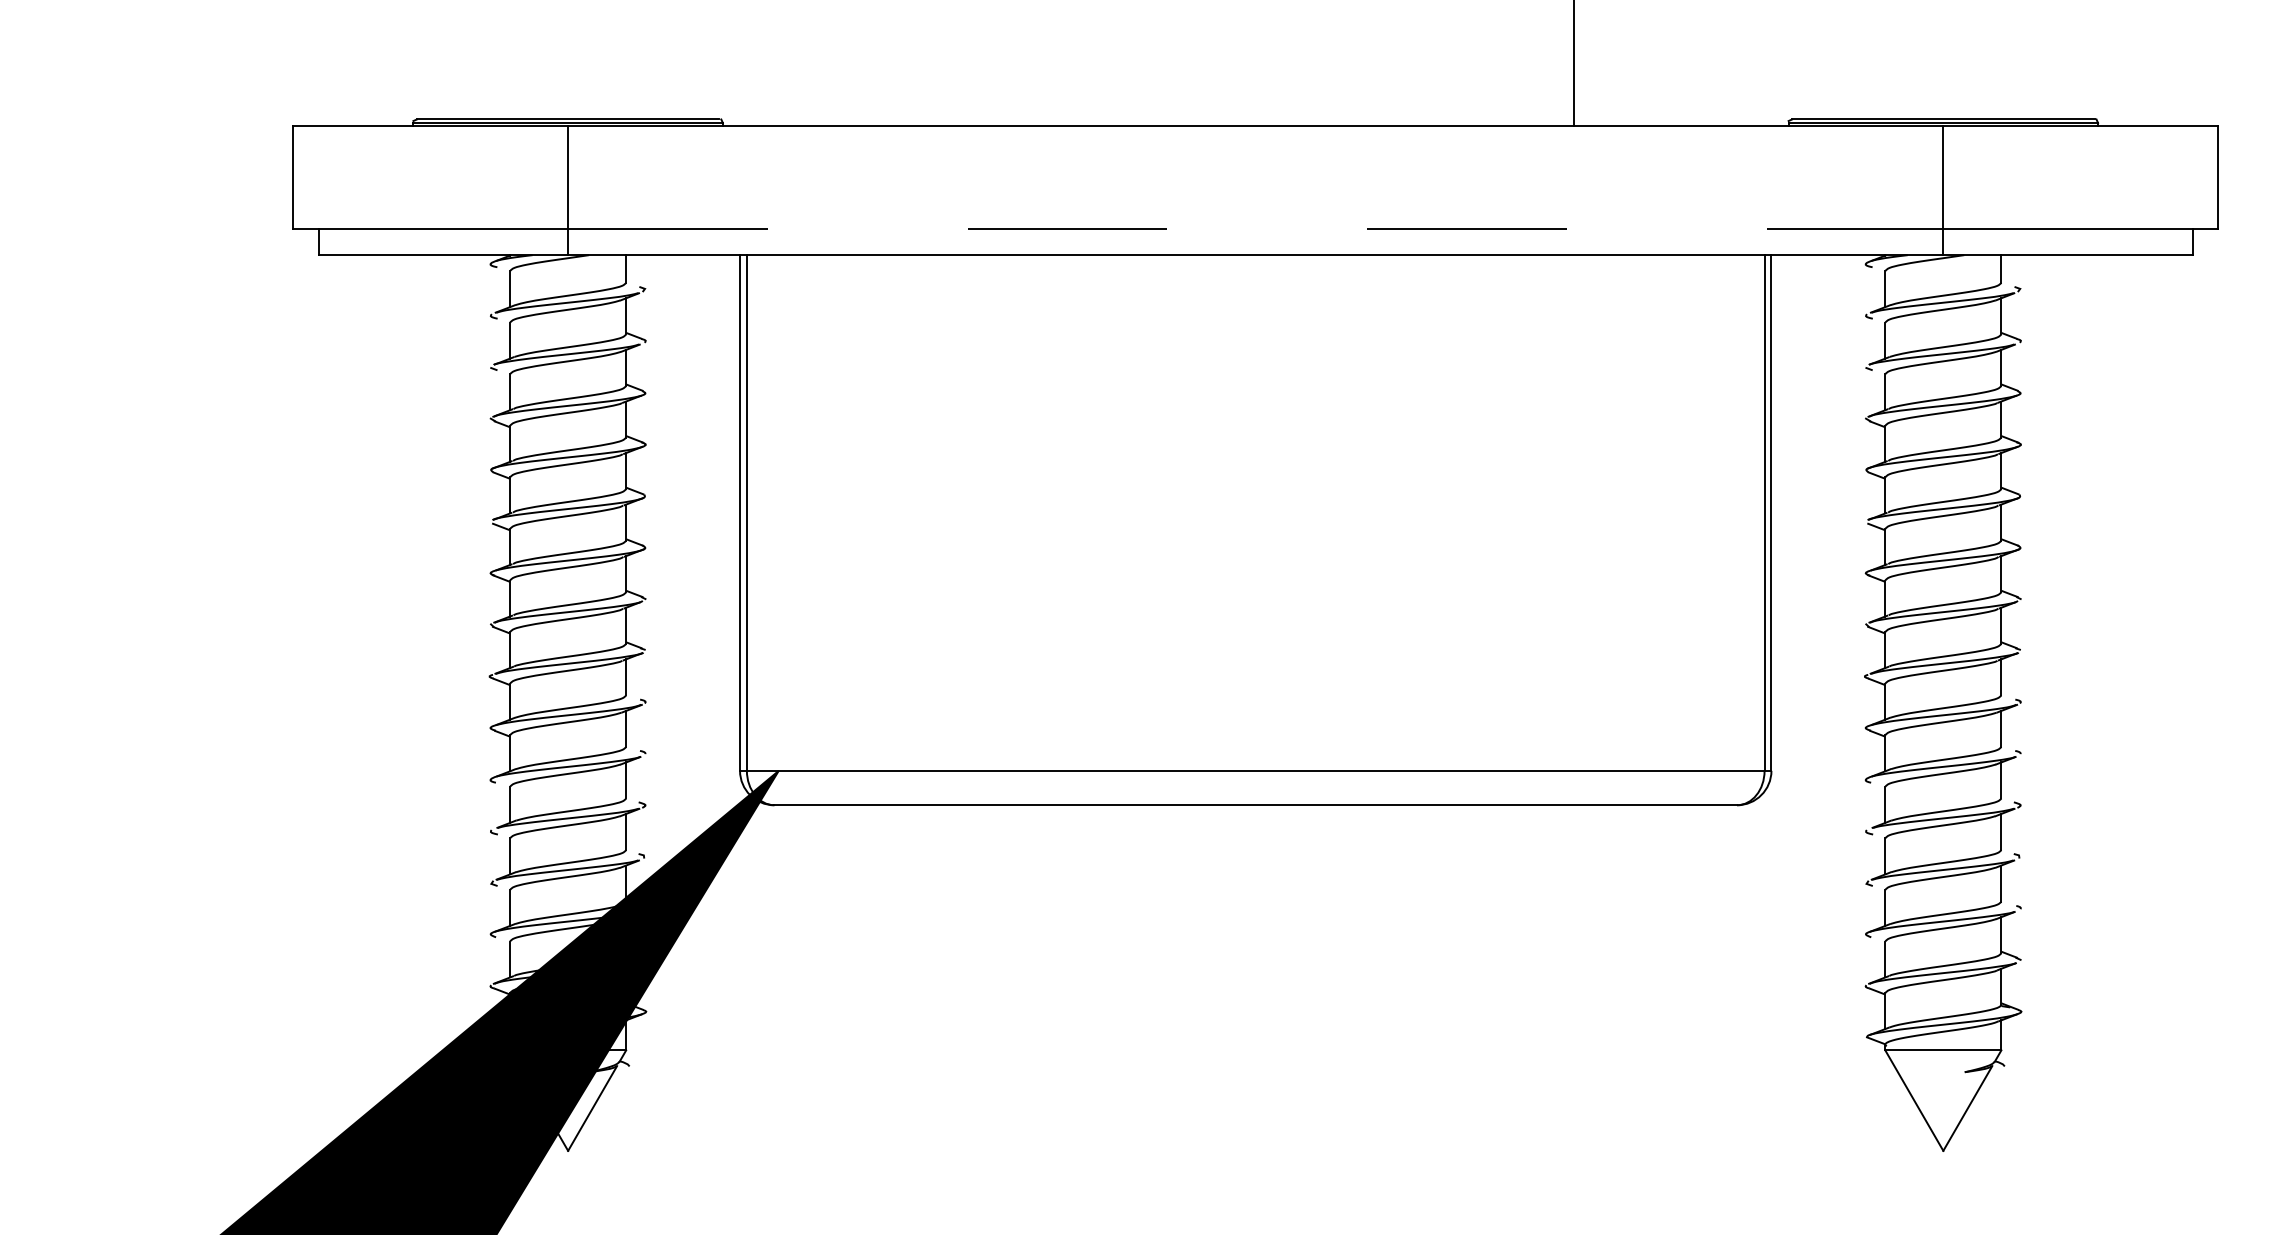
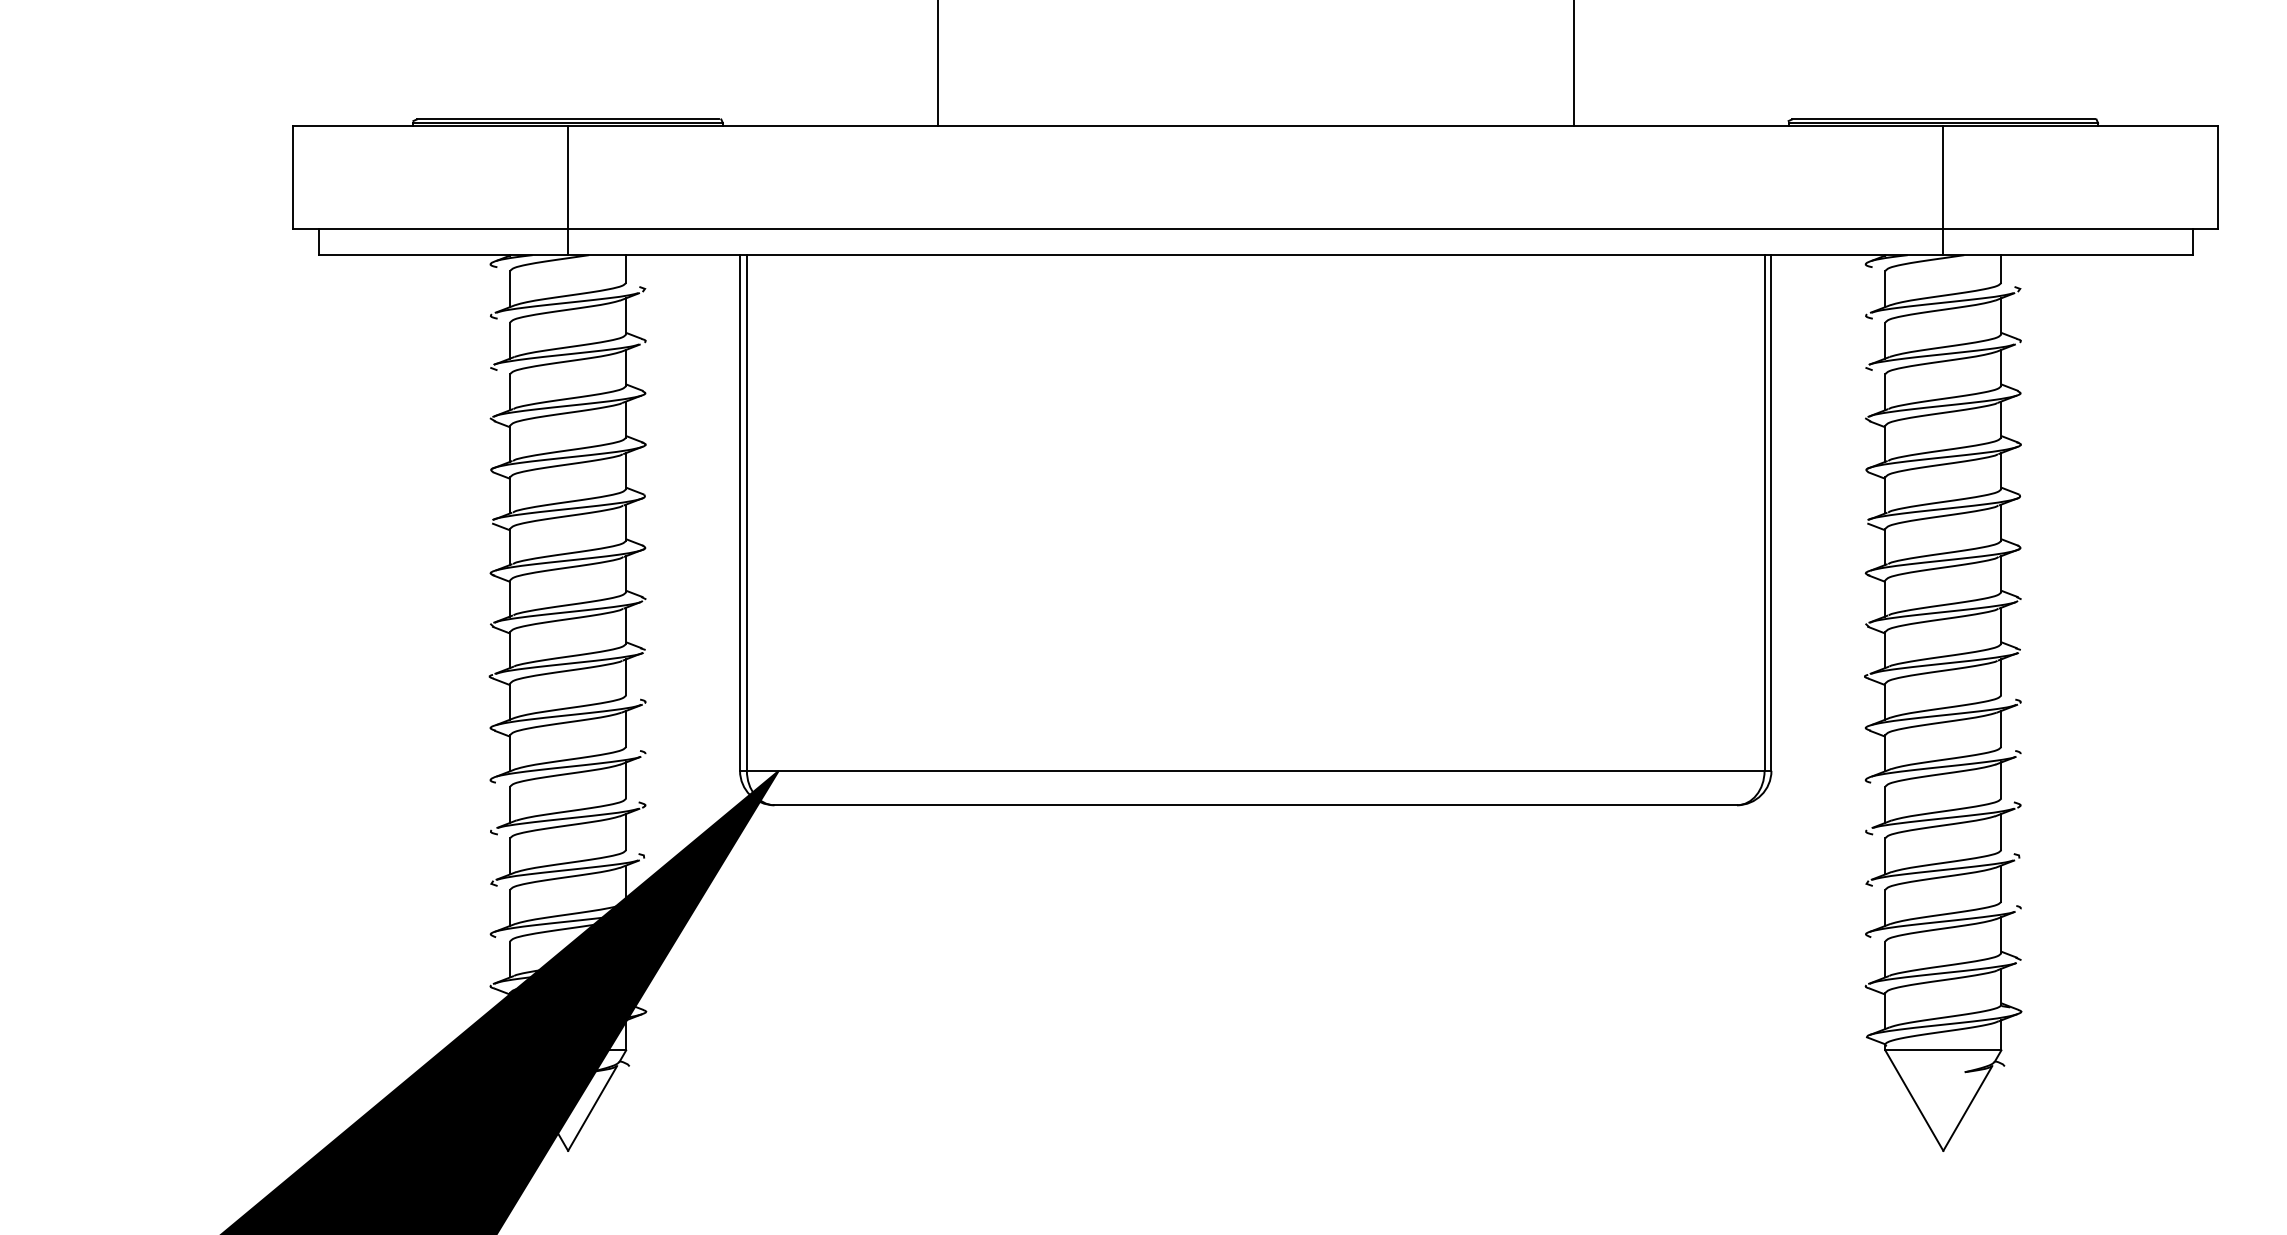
line at (937, 64): none -> present
line at (1255, 229): dashed -> solid
